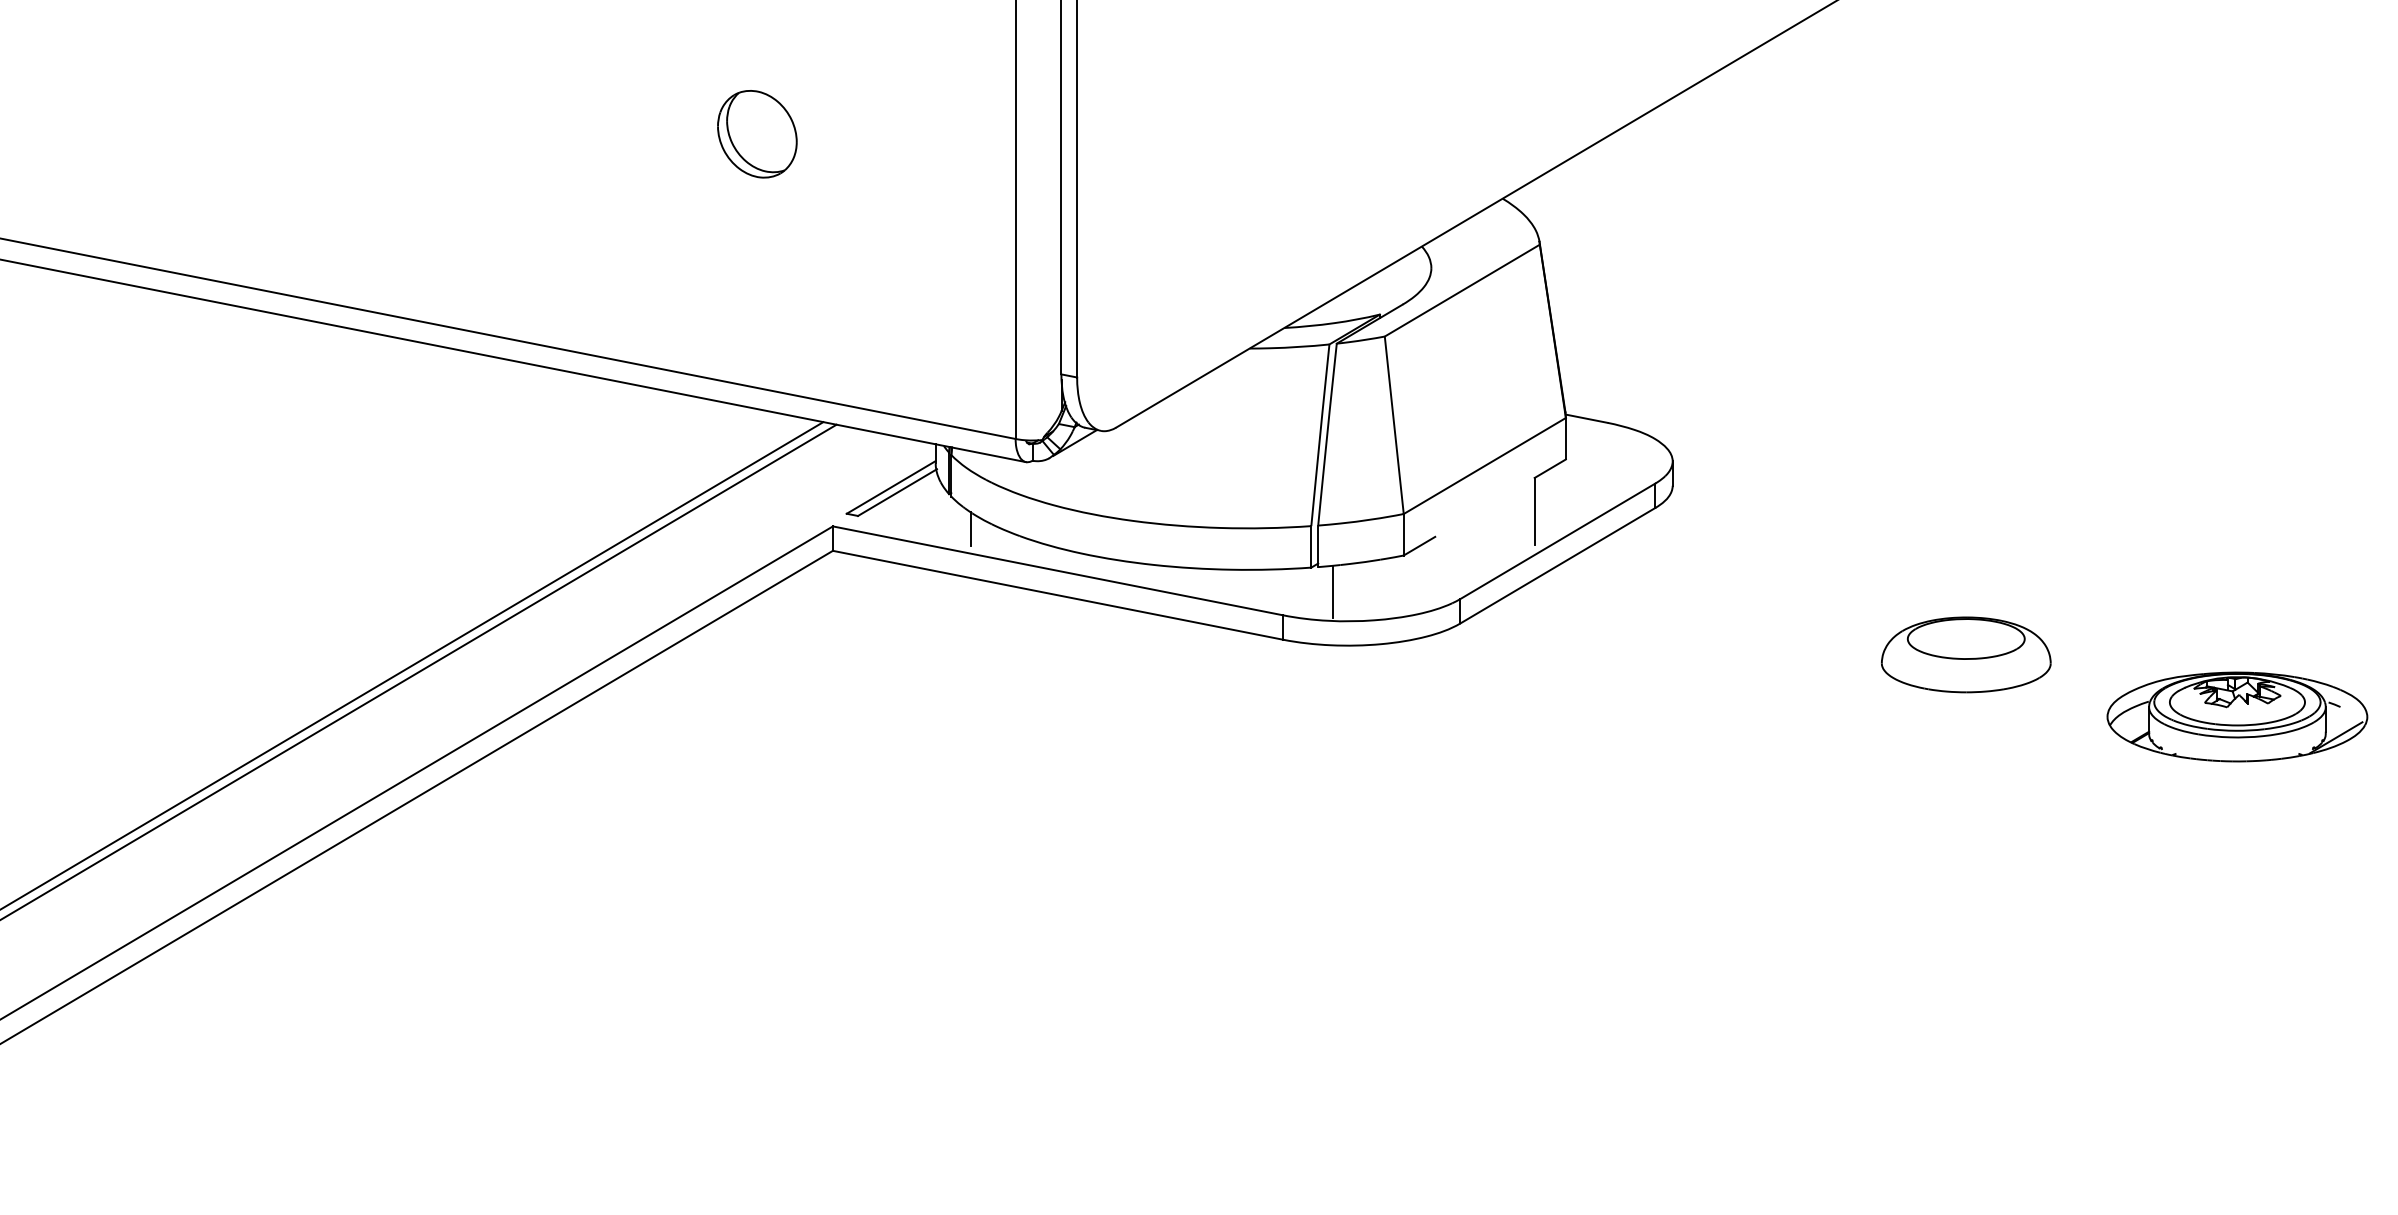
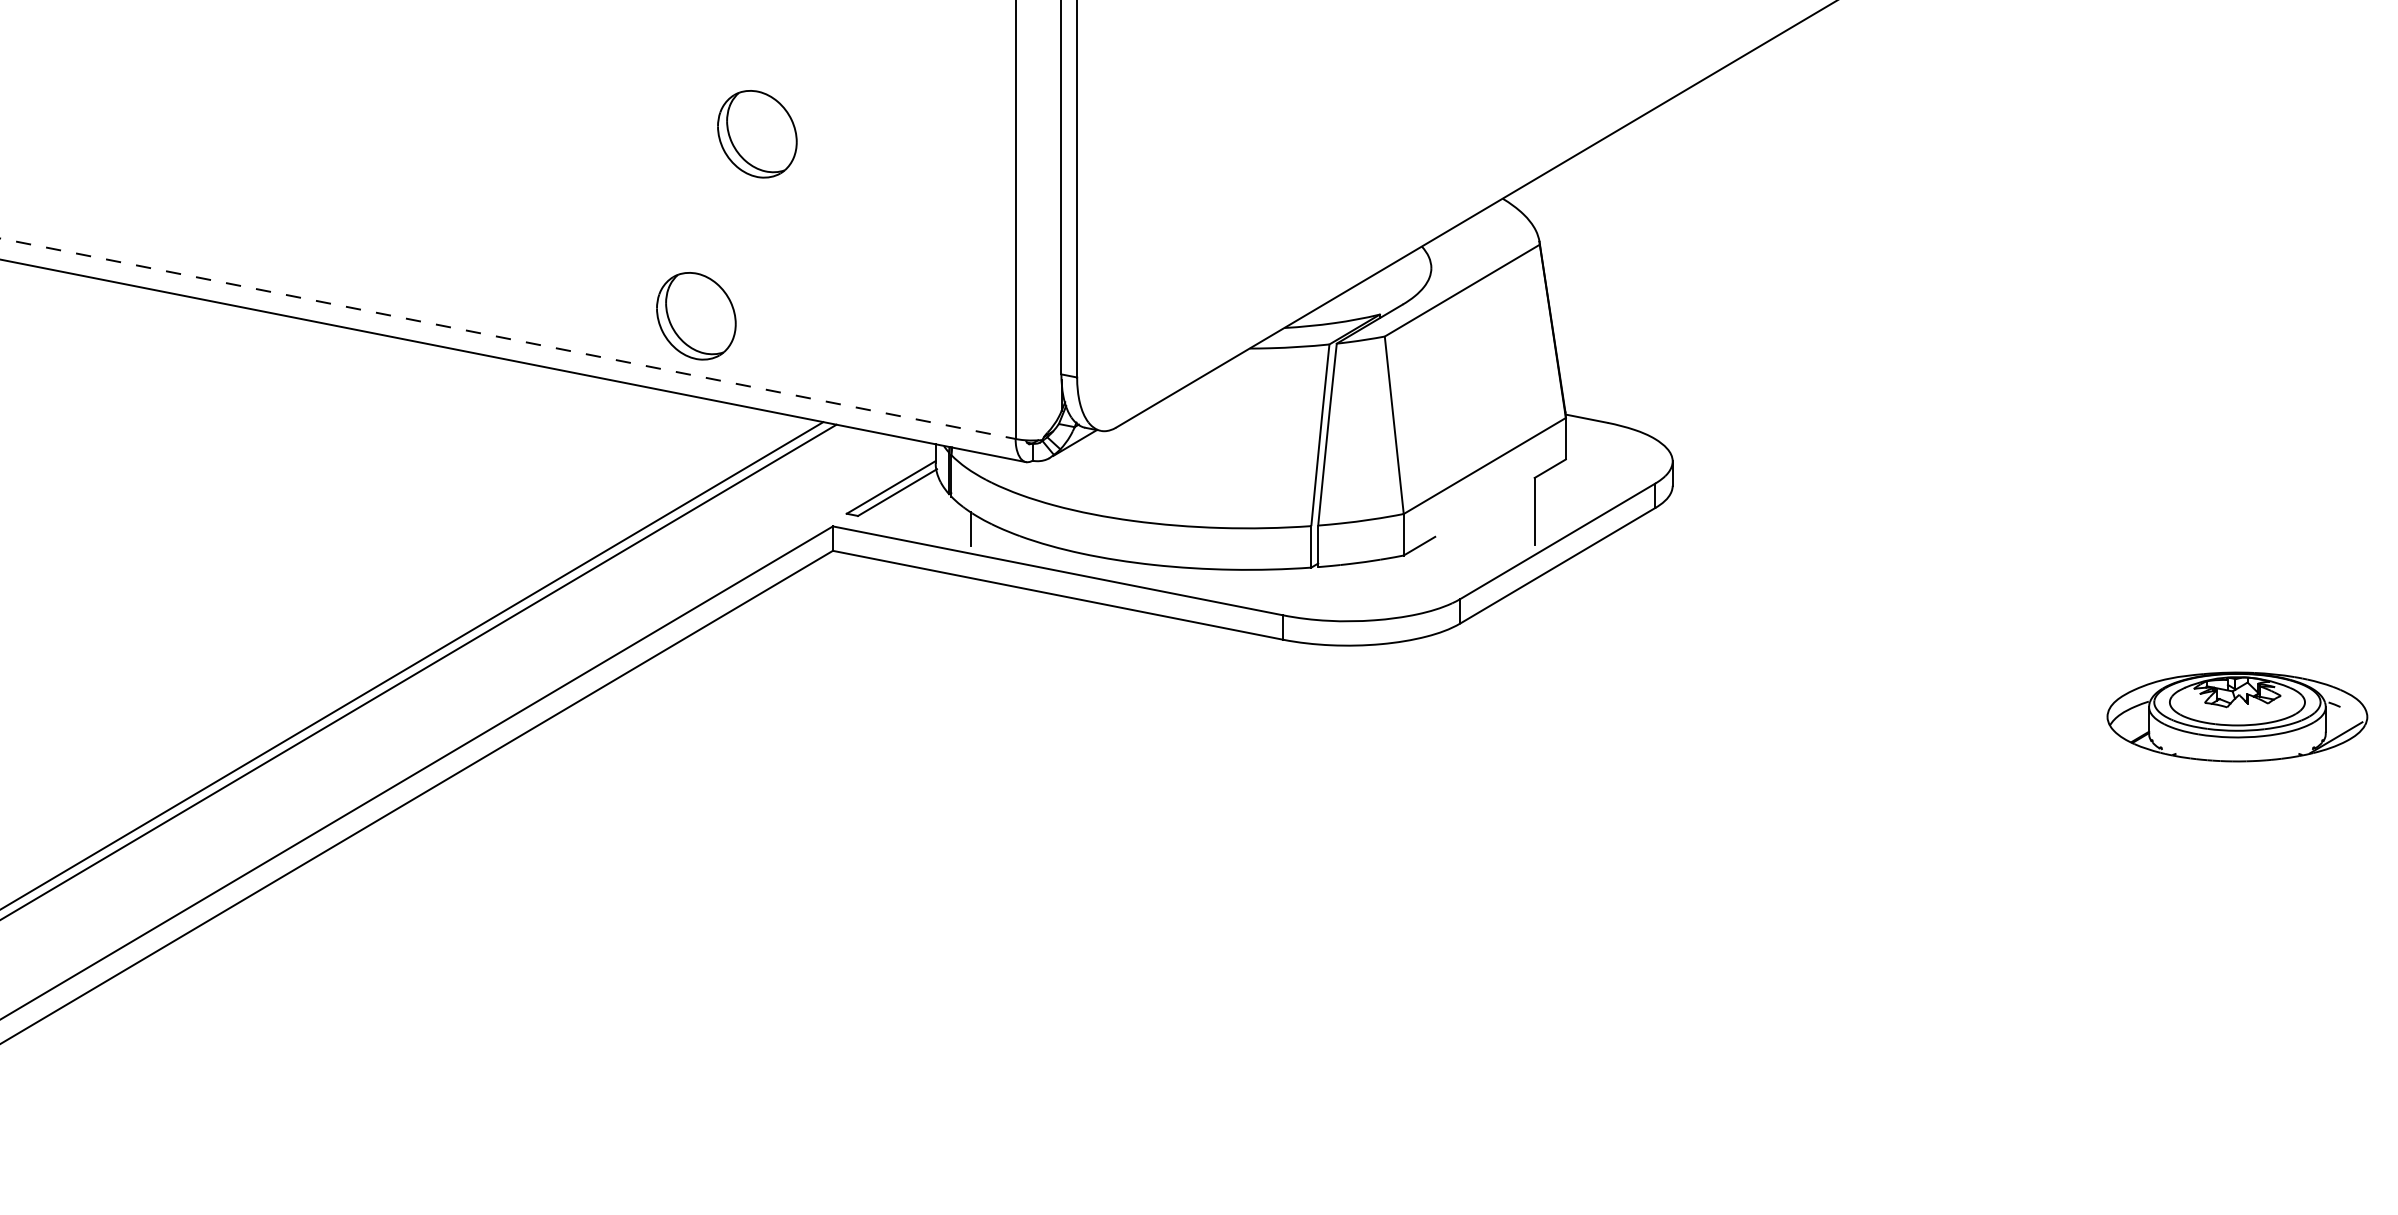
part at (696, 316): none -> present
line at (508, 338): solid -> dashed
line at (1332, 591): present -> none
part at (1966, 654): present -> none
